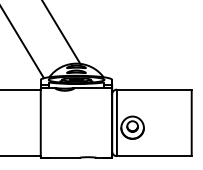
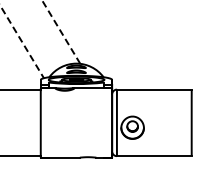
line at (61, 32): solid -> dashed
line at (22, 42): solid -> dashed
